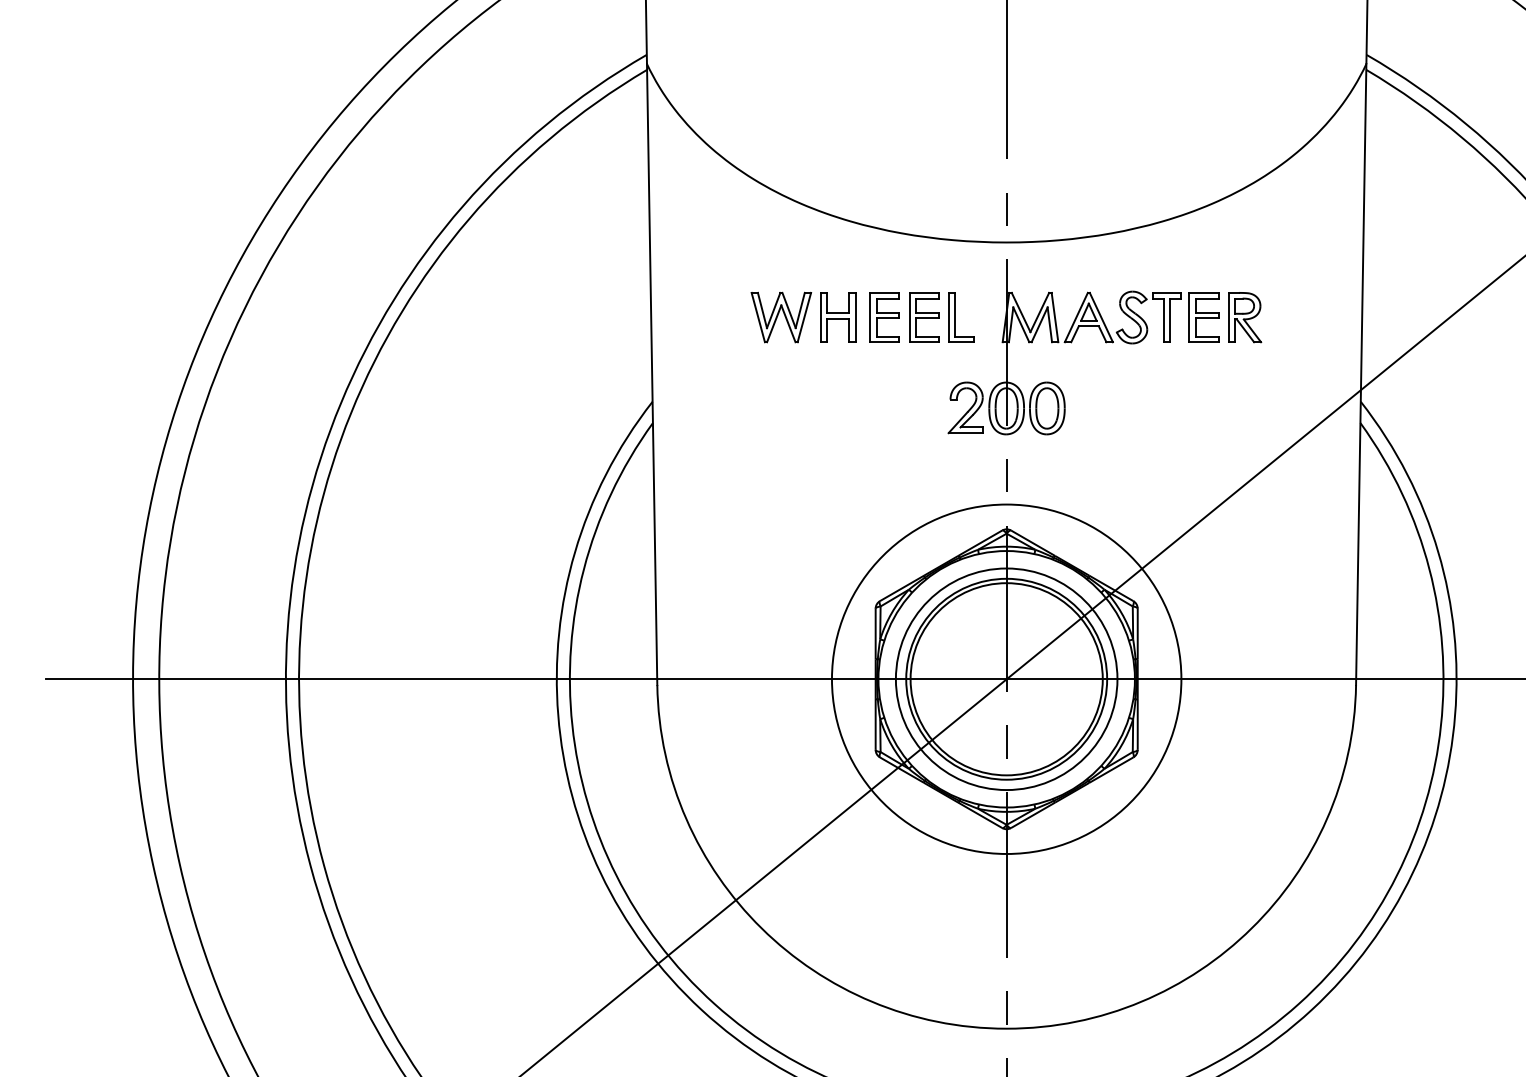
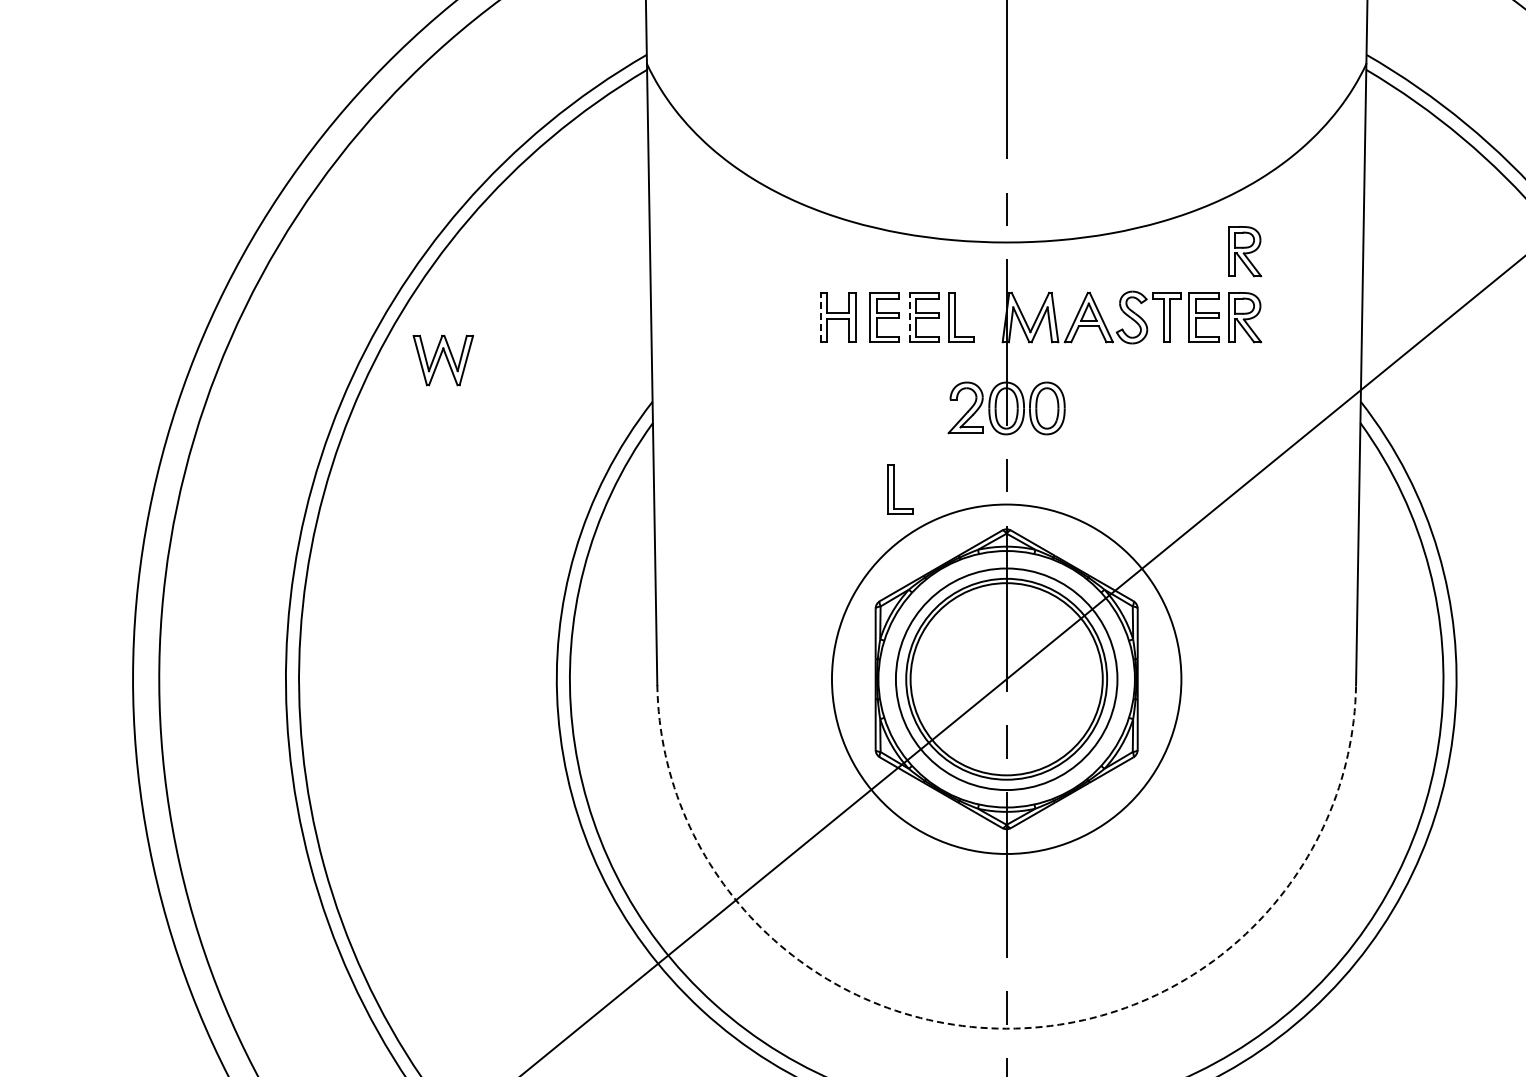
part at (1245, 251): none -> present
part at (781, 317) position: (781, 317) -> (443, 360)
line at (820, 317): solid -> dashed
line at (909, 317): solid -> dashed
part at (900, 489): none -> present
line at (783, 679): present -> none
arc at (1006, 1028): solid -> dashed
